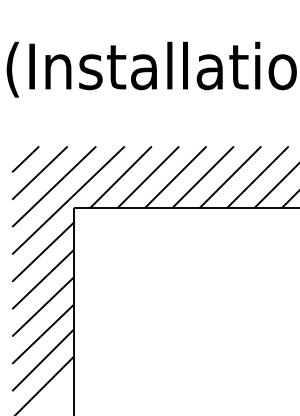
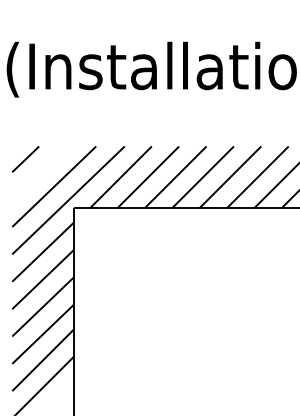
line at (39, 172): present -> none
